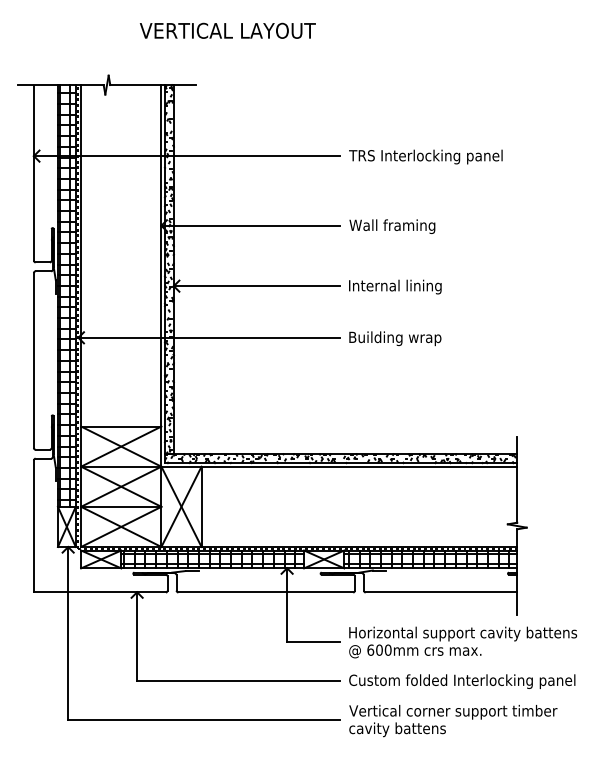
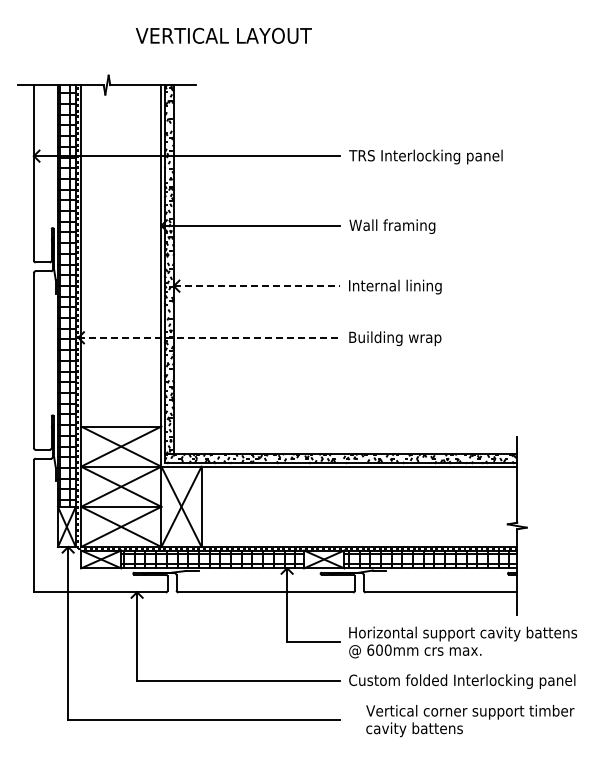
text at (227, 30) position: (227, 30) -> (223, 35)
line at (257, 286): solid -> dashed
line at (209, 337): solid -> dashed
text at (453, 721) position: (453, 721) -> (470, 721)
